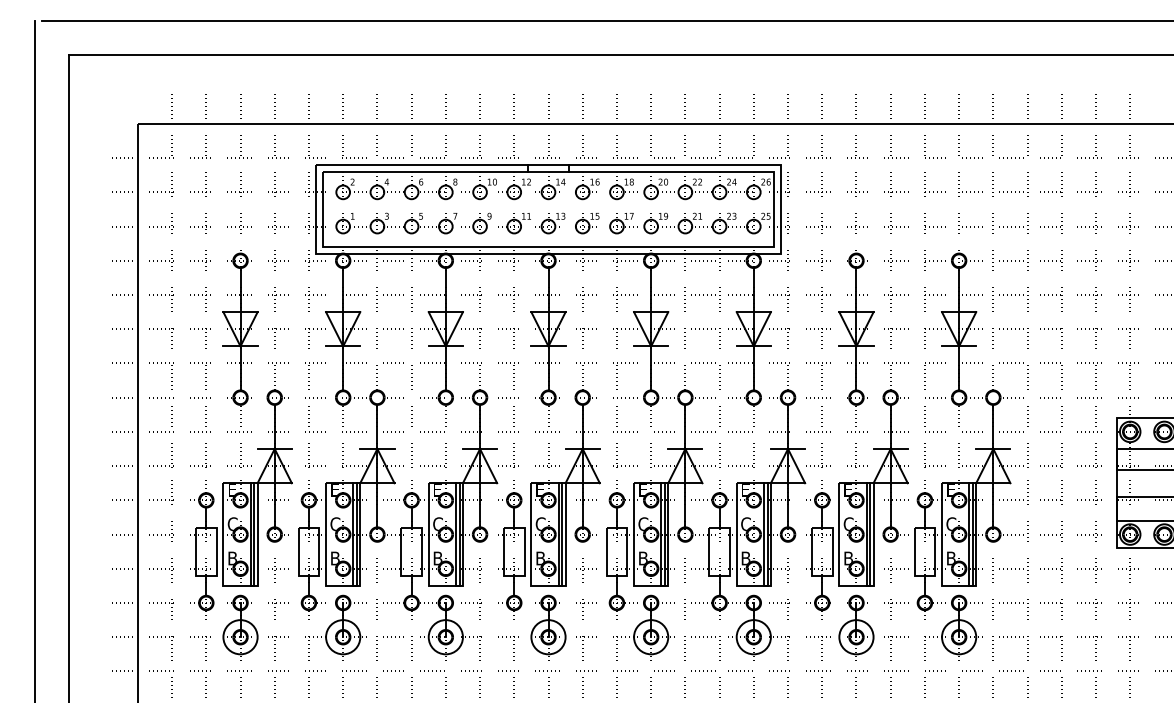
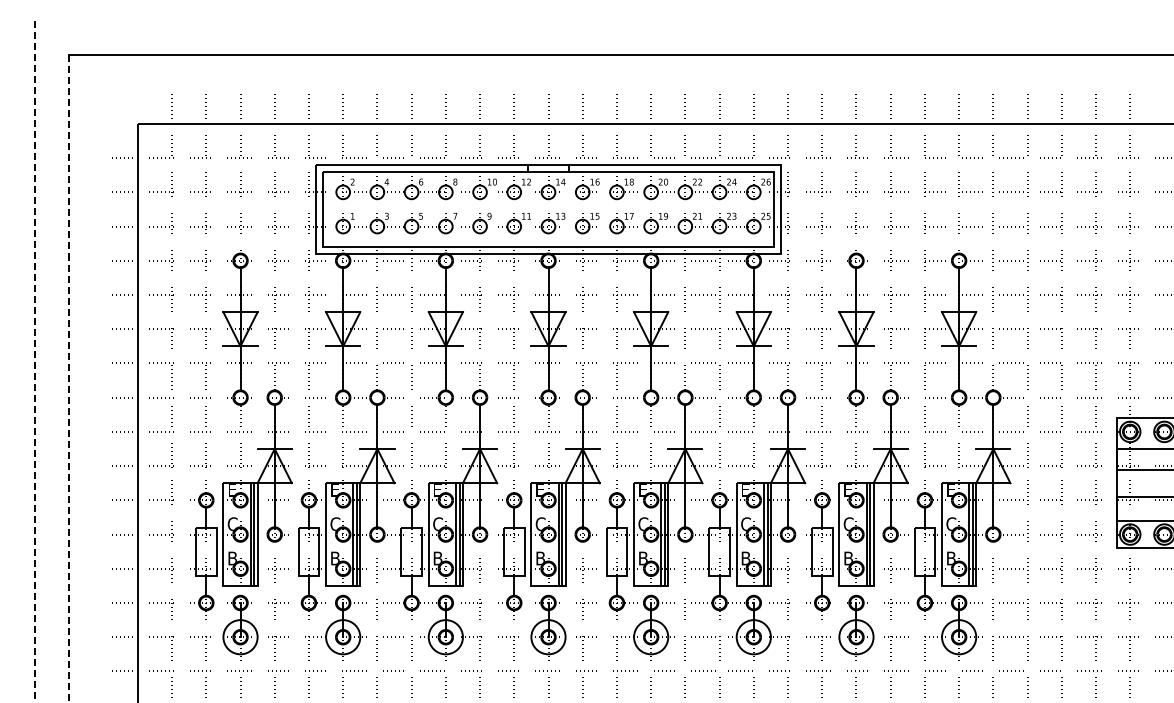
line at (606, 21): present -> none
line at (35, 362): solid -> dashed
line at (69, 379): solid -> dashed
